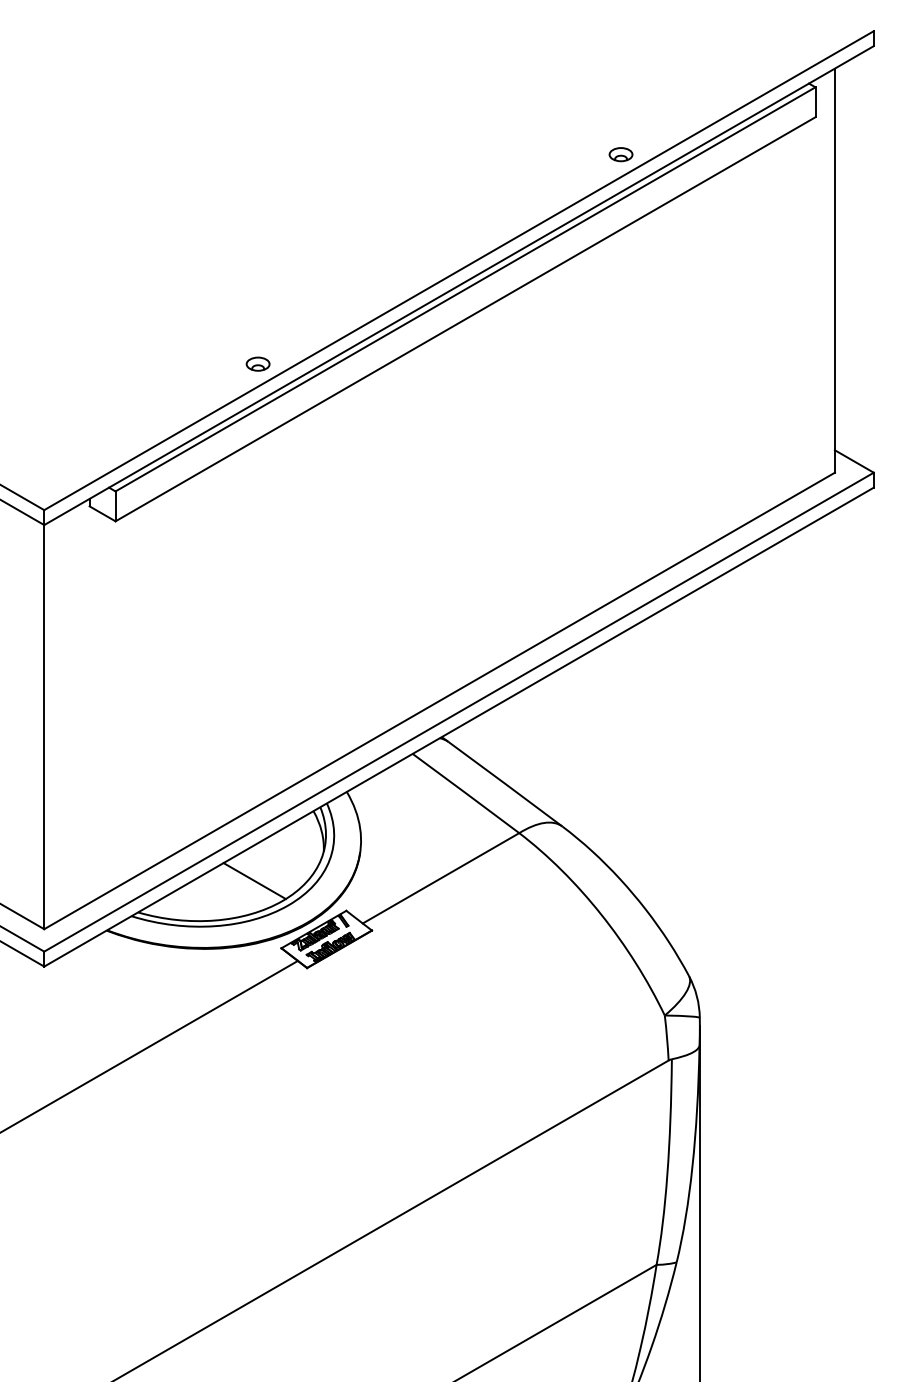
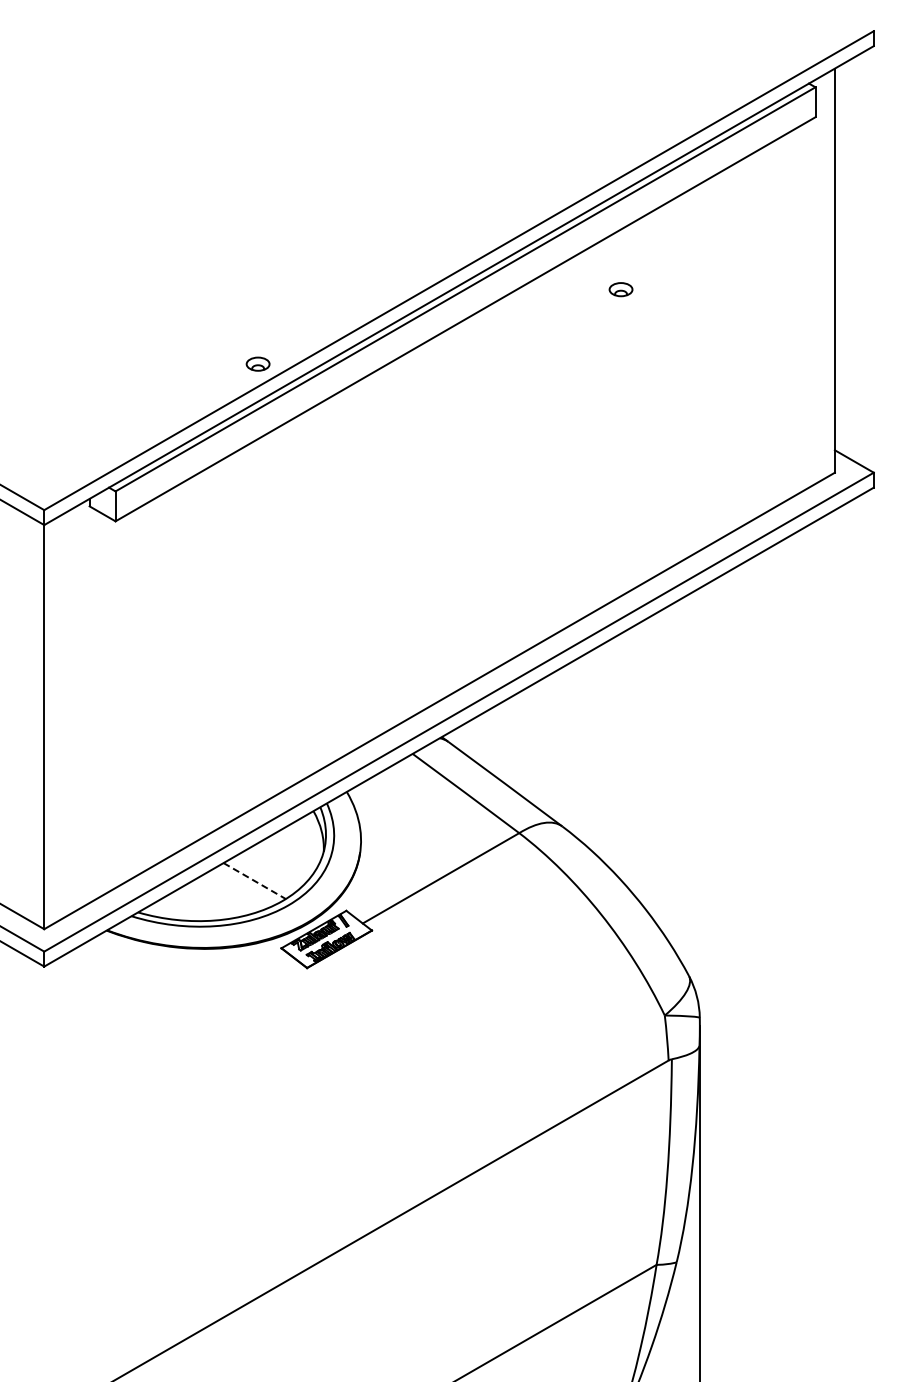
part at (620, 154) position: (620, 154) -> (620, 289)
line at (254, 881): solid -> dashed
line at (149, 1045): present -> none
